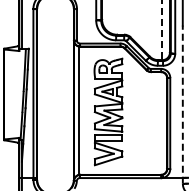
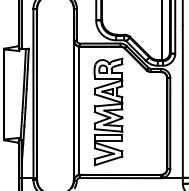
line at (162, 30): dashed -> solid
line at (182, 104): dashed -> solid
